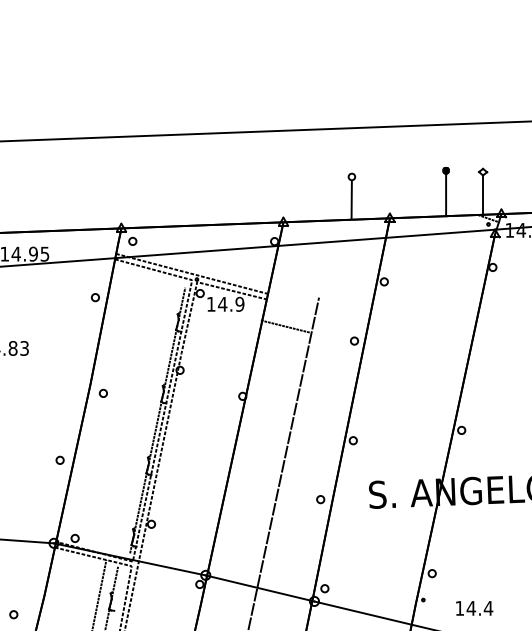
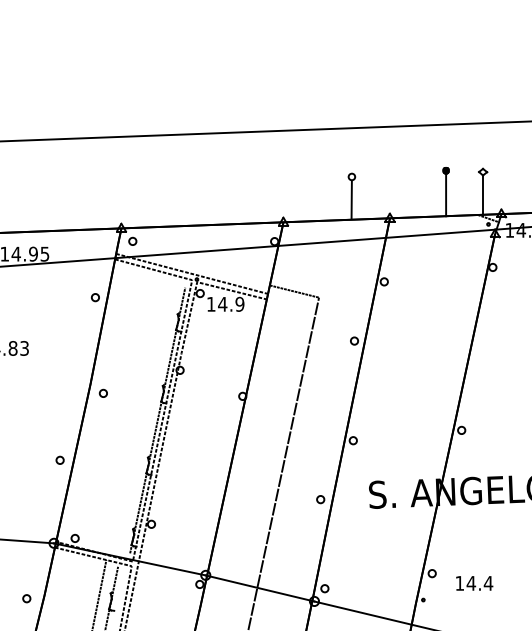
line at (285, 326) position: (285, 326) -> (294, 291)
text at (474, 608) position: (474, 608) -> (474, 583)
part at (13, 614) position: (13, 614) -> (26, 598)
